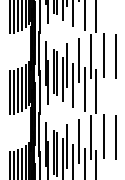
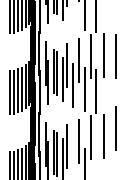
line at (73, 14): present -> none
line at (115, 137) position: (115, 137) -> (115, 128)
line at (73, 159): present -> none
line at (96, 163): present -> none
